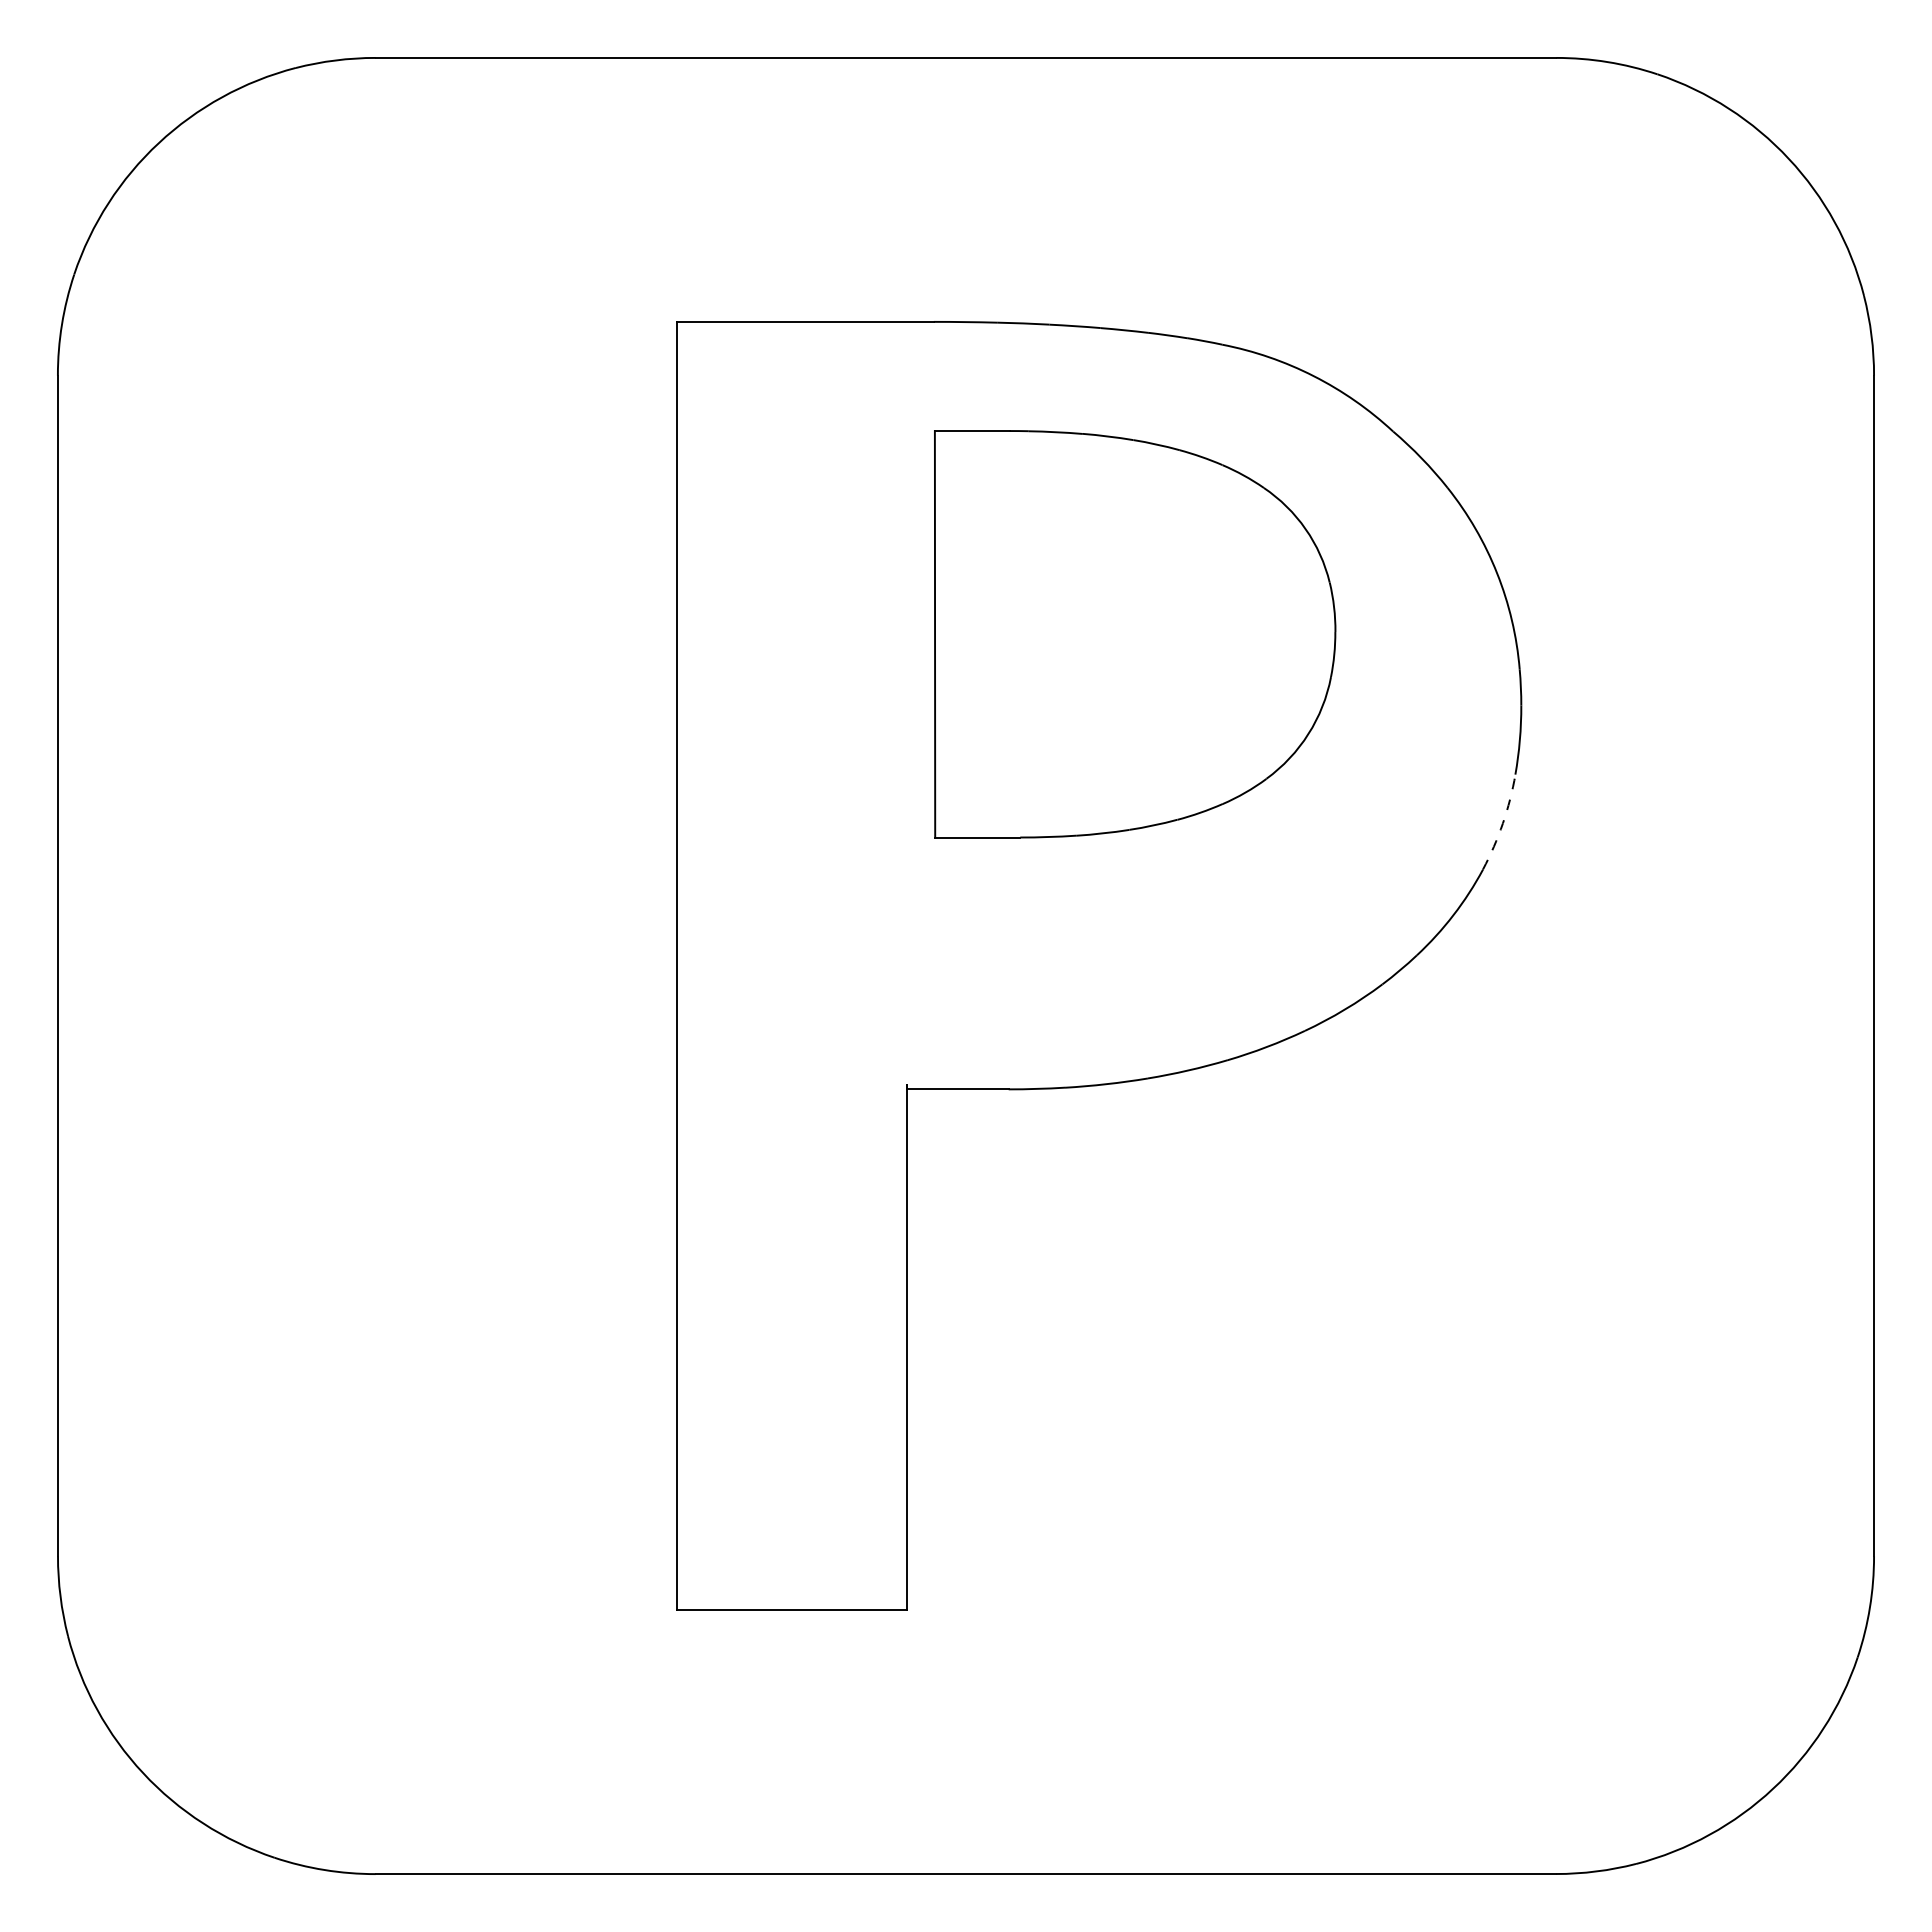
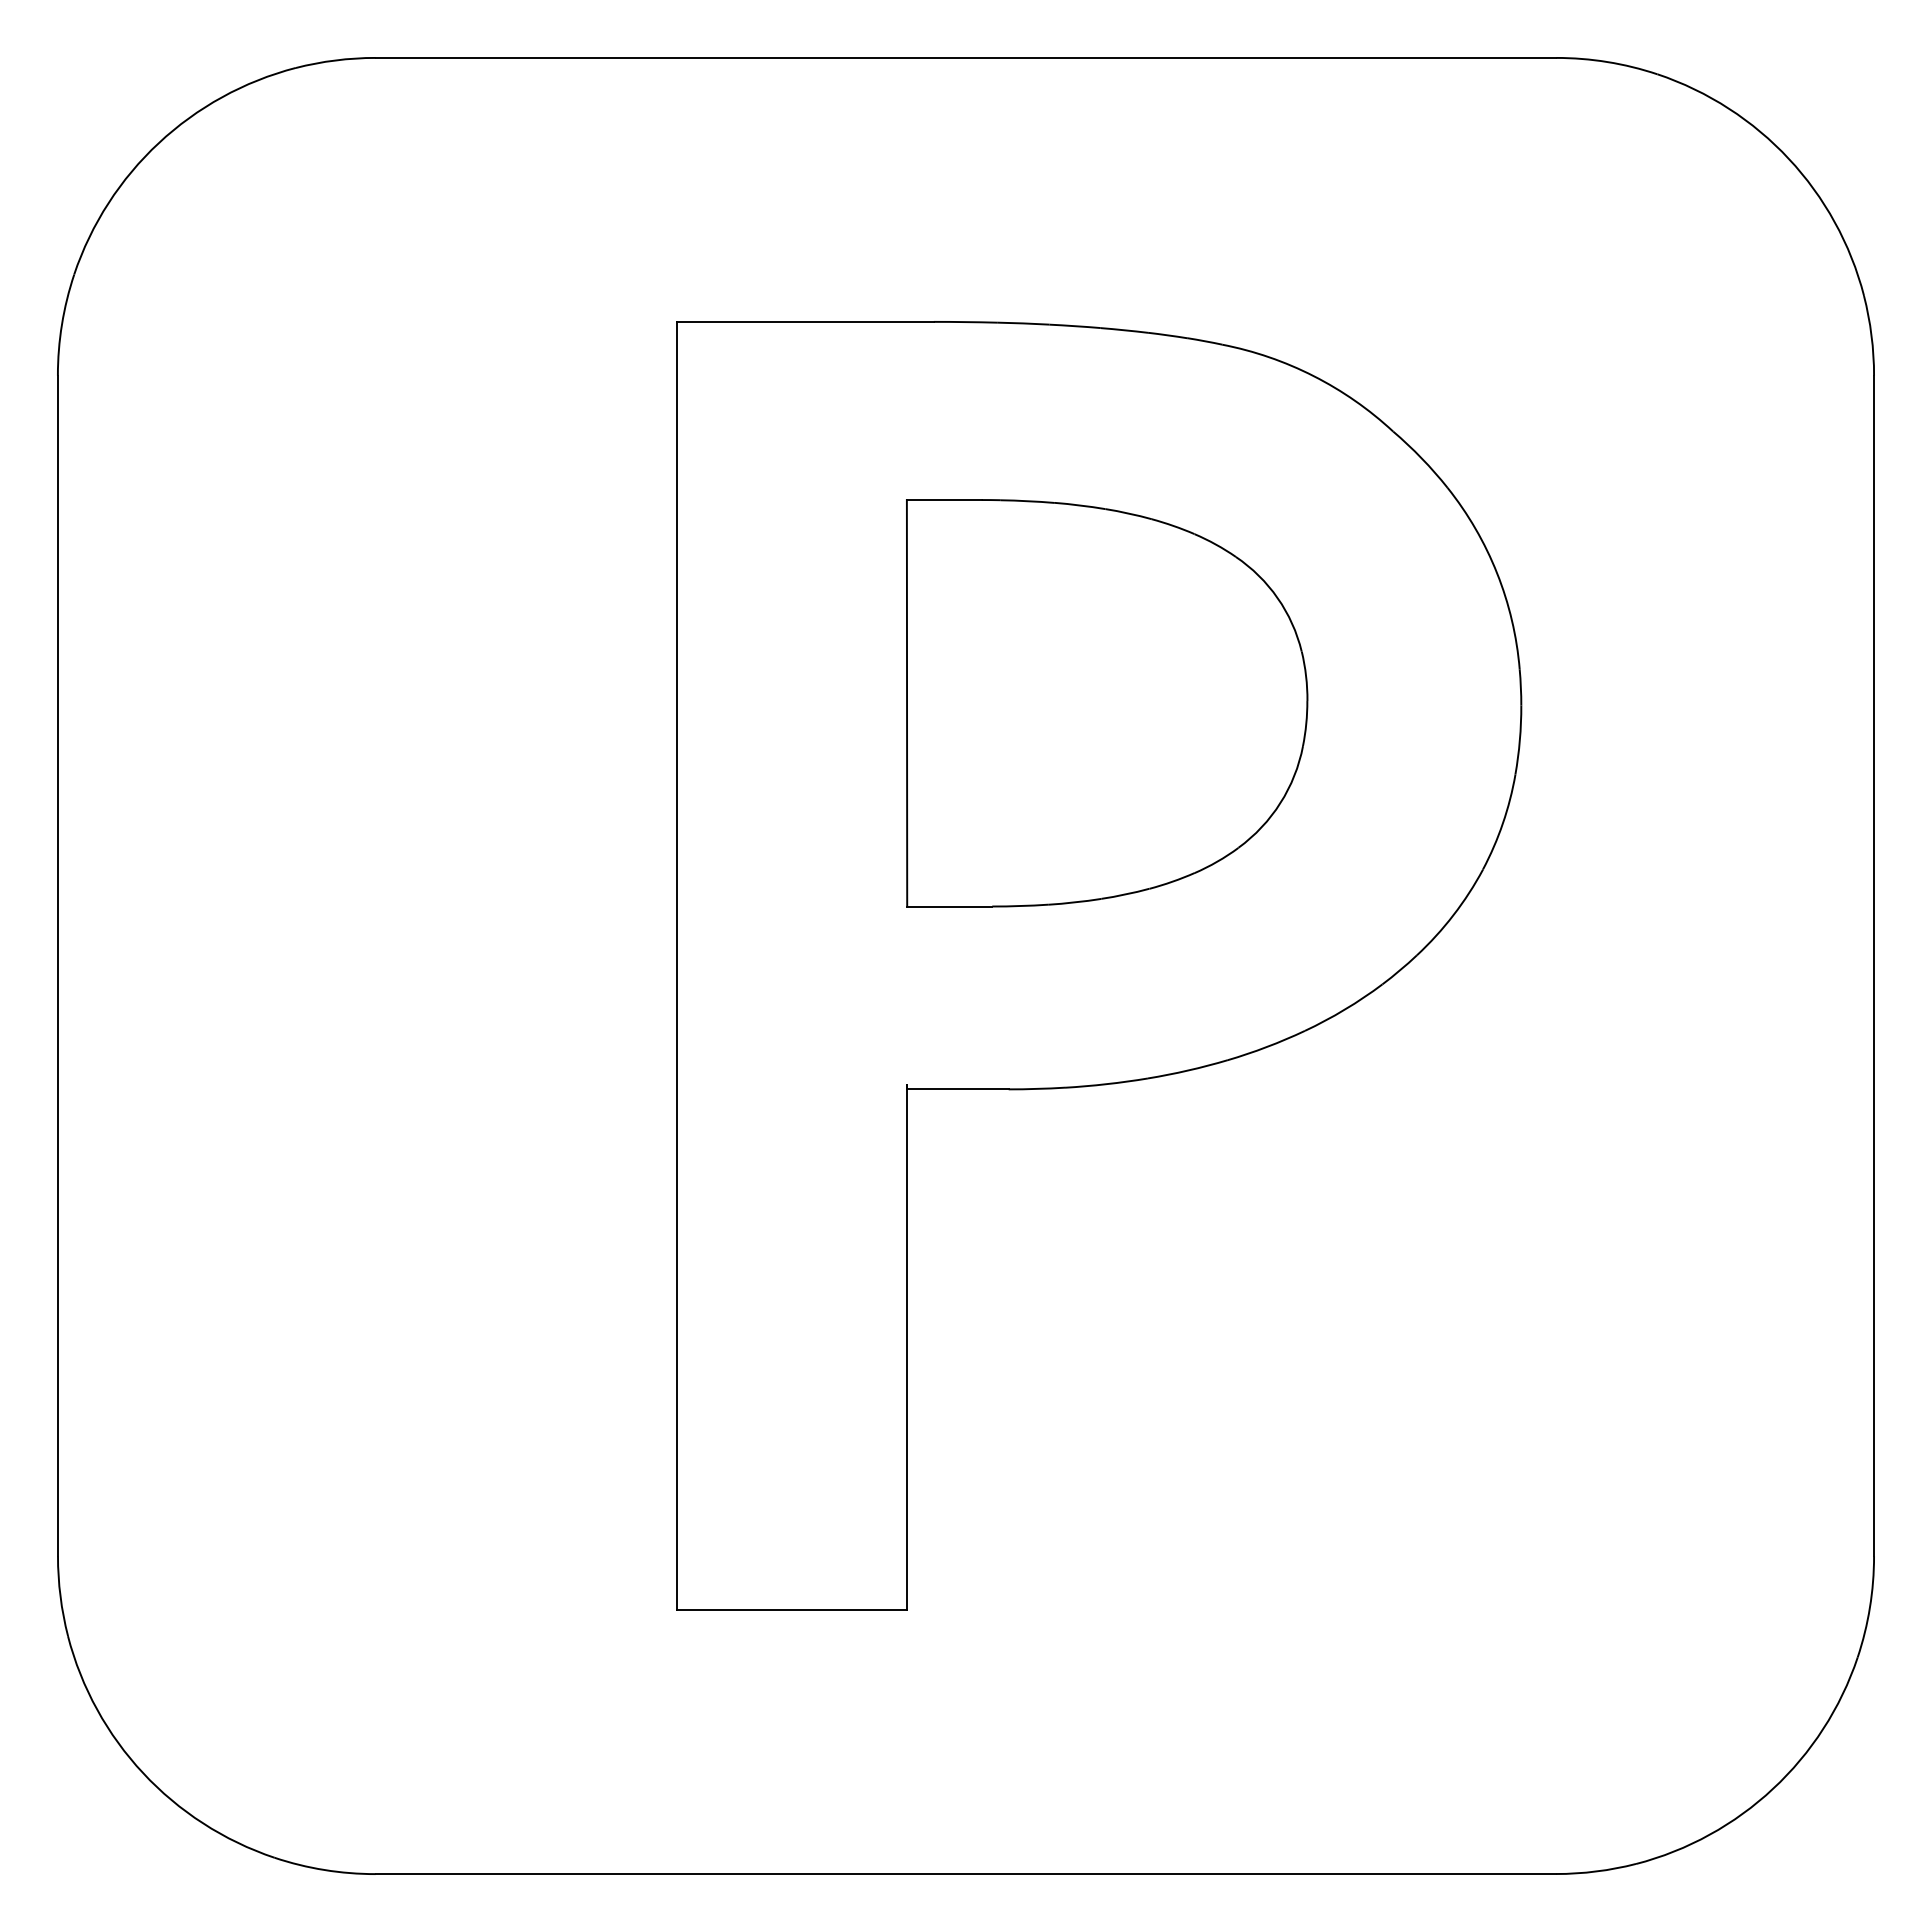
part at (1135, 634) position: (1135, 634) -> (1107, 703)
arc at (1502, 823): dashed -> solid
